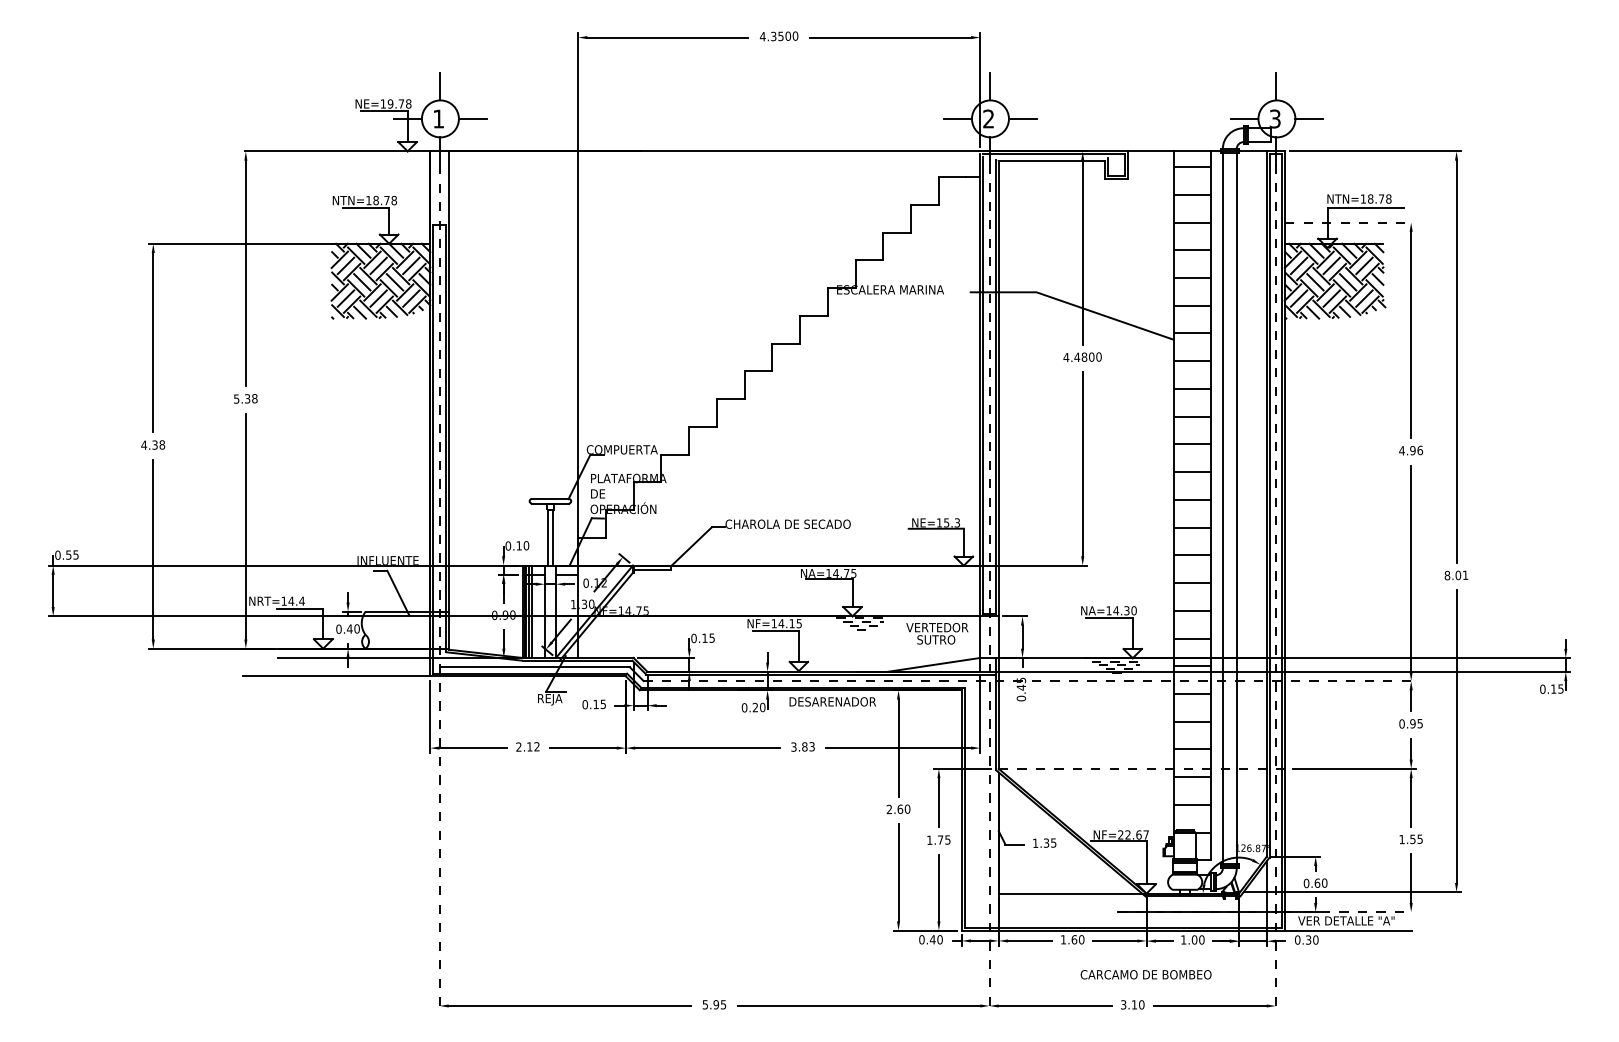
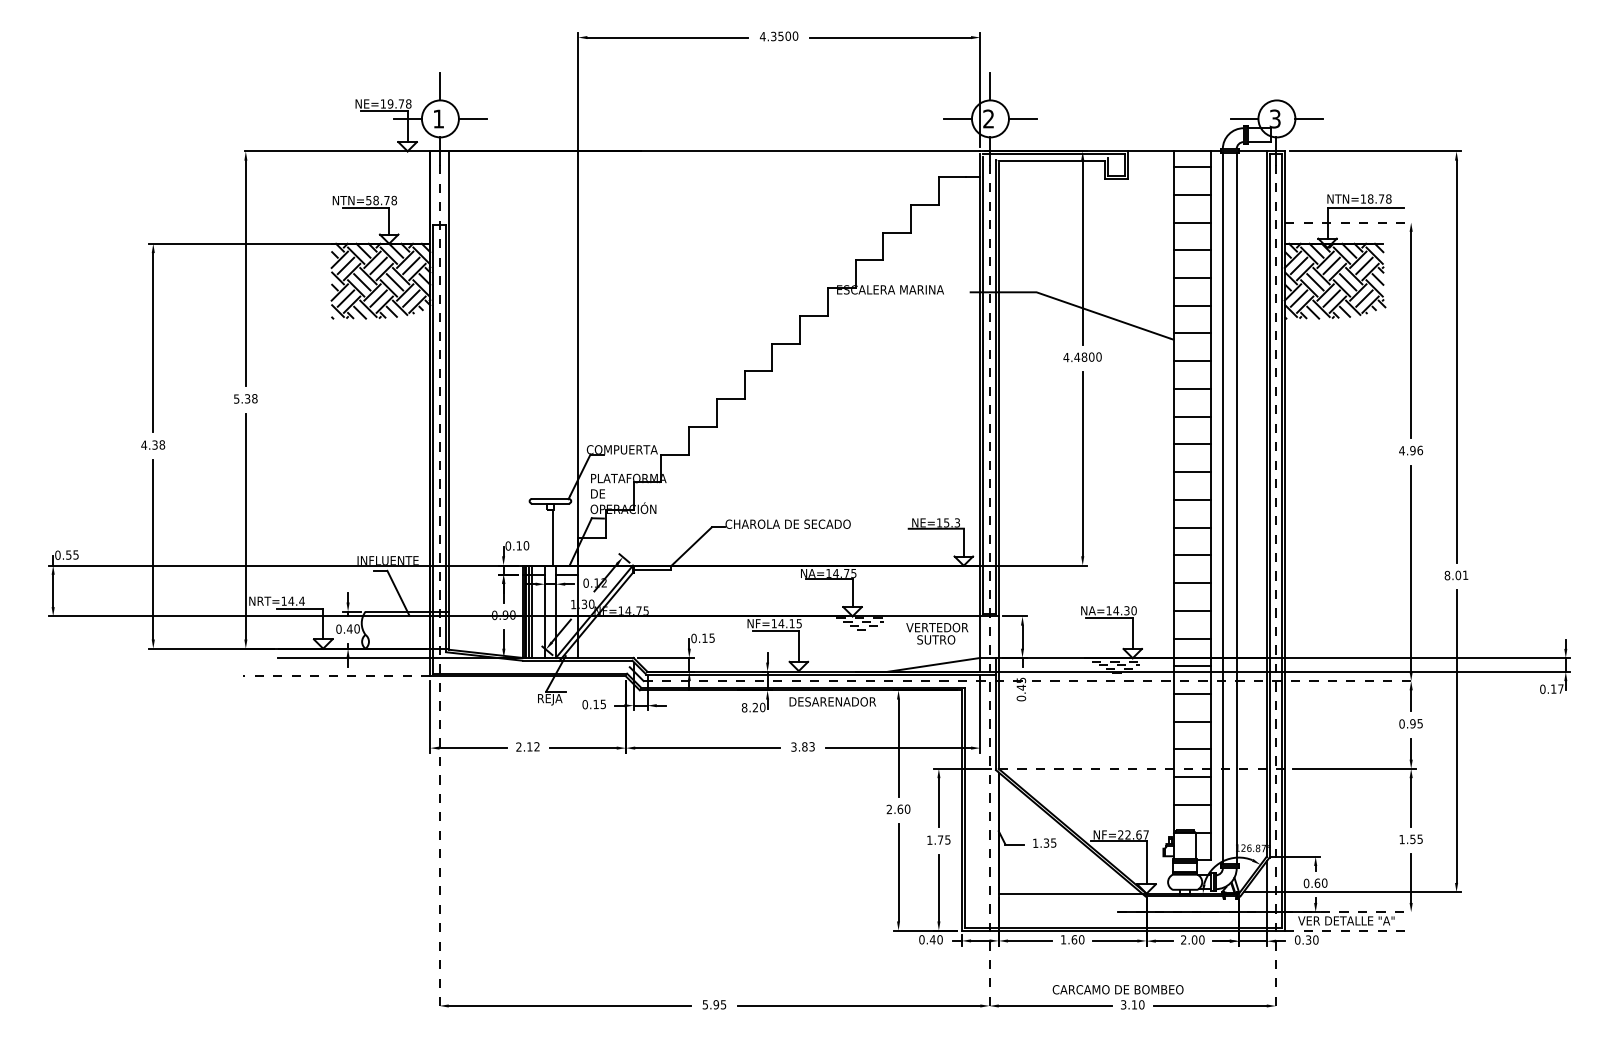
line at (1275, 86): present -> none
text at (368, 200): NTN=18.78 -> NTN=58.78
line at (548, 537): present -> none
line at (534, 667): present -> none
line at (336, 676): solid -> dashed
text at (1560, 688): 0.15 -> 0.17
text at (744, 707): 0.20 -> 8.20
line at (1348, 930): solid -> dashed
text at (1183, 939): 1.00 -> 2.00
text at (1145, 974) position: (1145, 974) -> (1117, 989)
